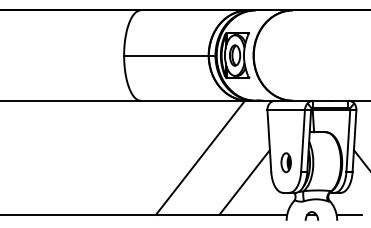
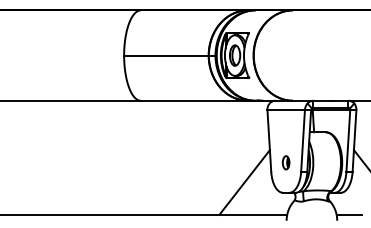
line at (200, 157): present -> none
part at (285, 162) size: 12x22 px -> 10x16 px
part at (311, 215): present -> none
